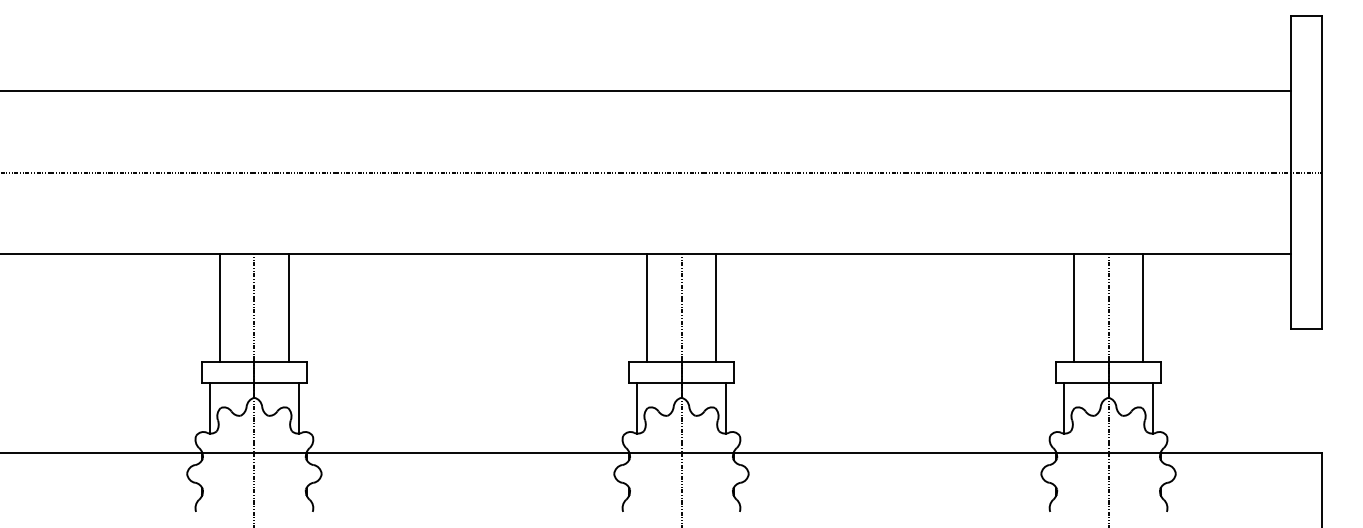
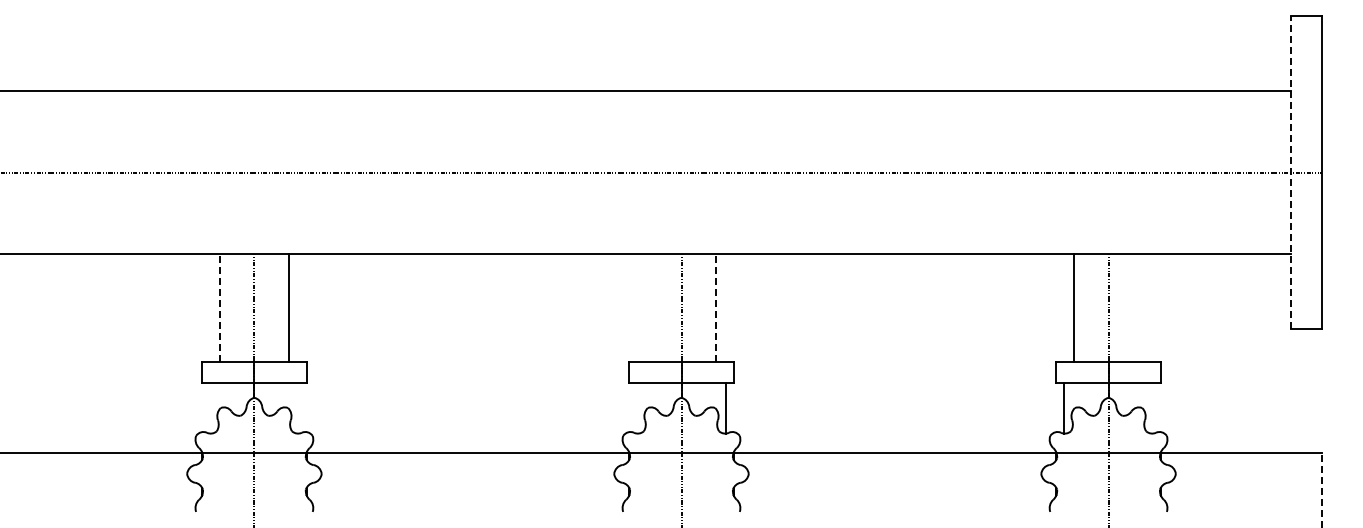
line at (1290, 172): solid -> dashed
line at (647, 307): present -> none
line at (1142, 307): present -> none
line at (220, 308): solid -> dashed
line at (715, 308): solid -> dashed
line at (209, 408): present -> none
line at (299, 408): present -> none
line at (636, 408): present -> none
line at (1153, 408): present -> none
line at (1322, 490): solid -> dashed
